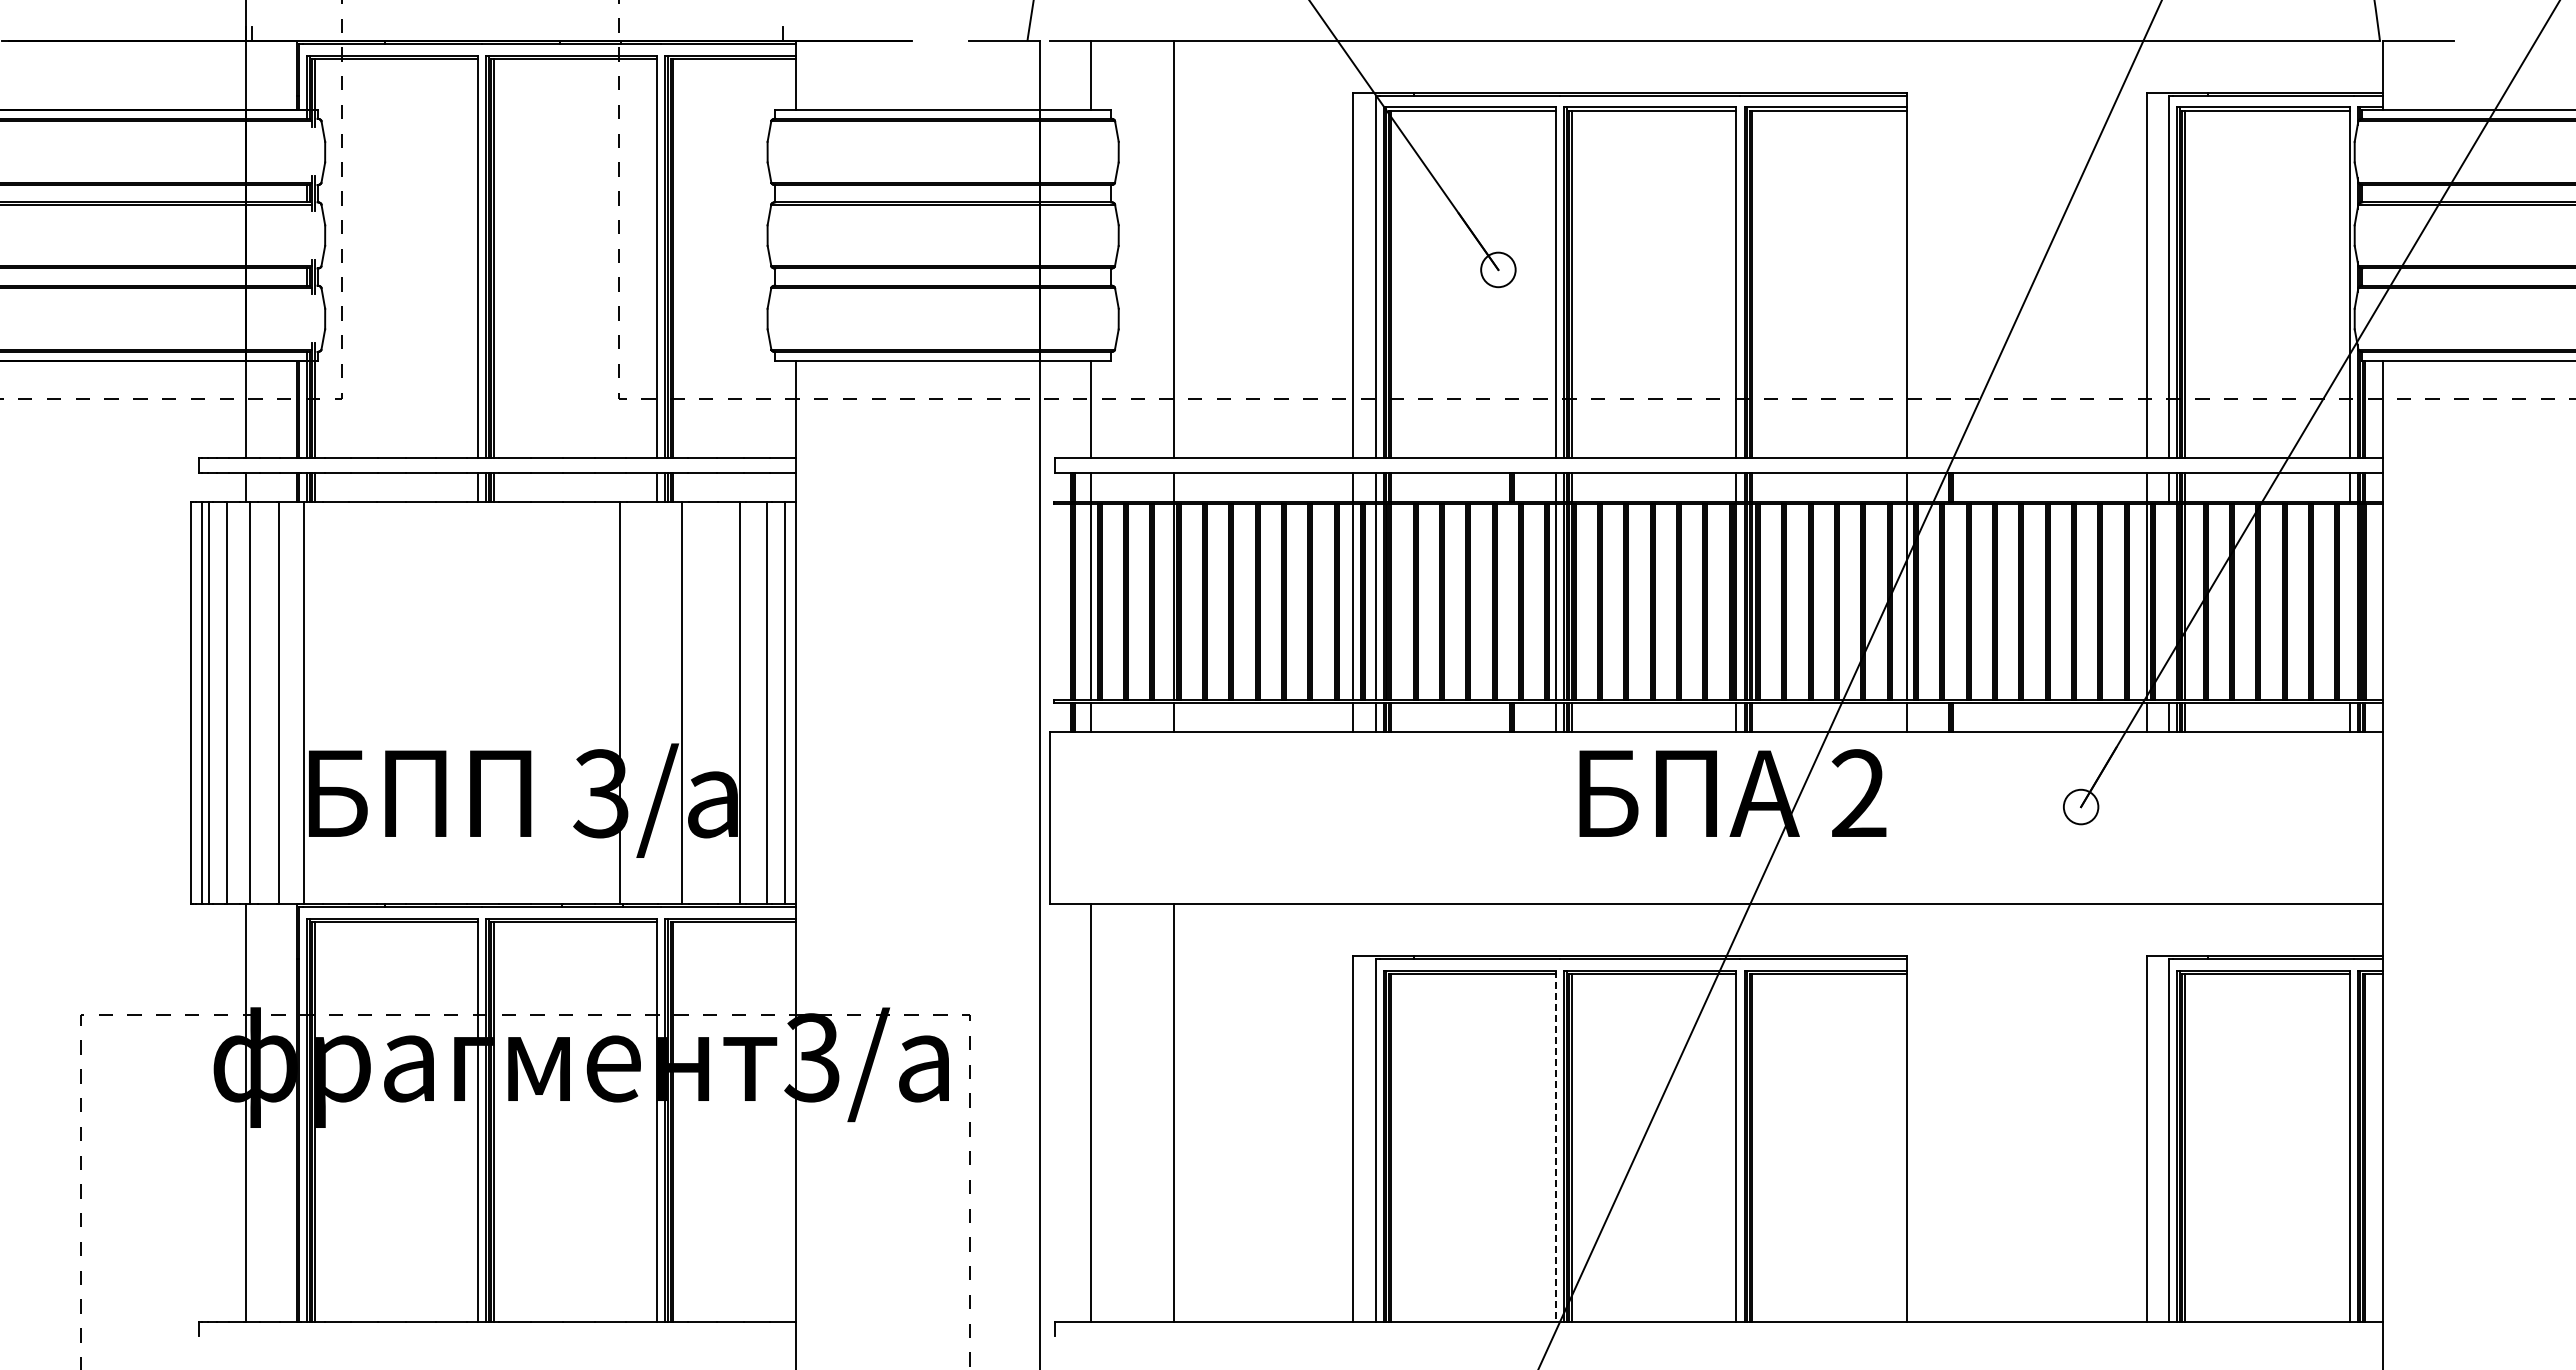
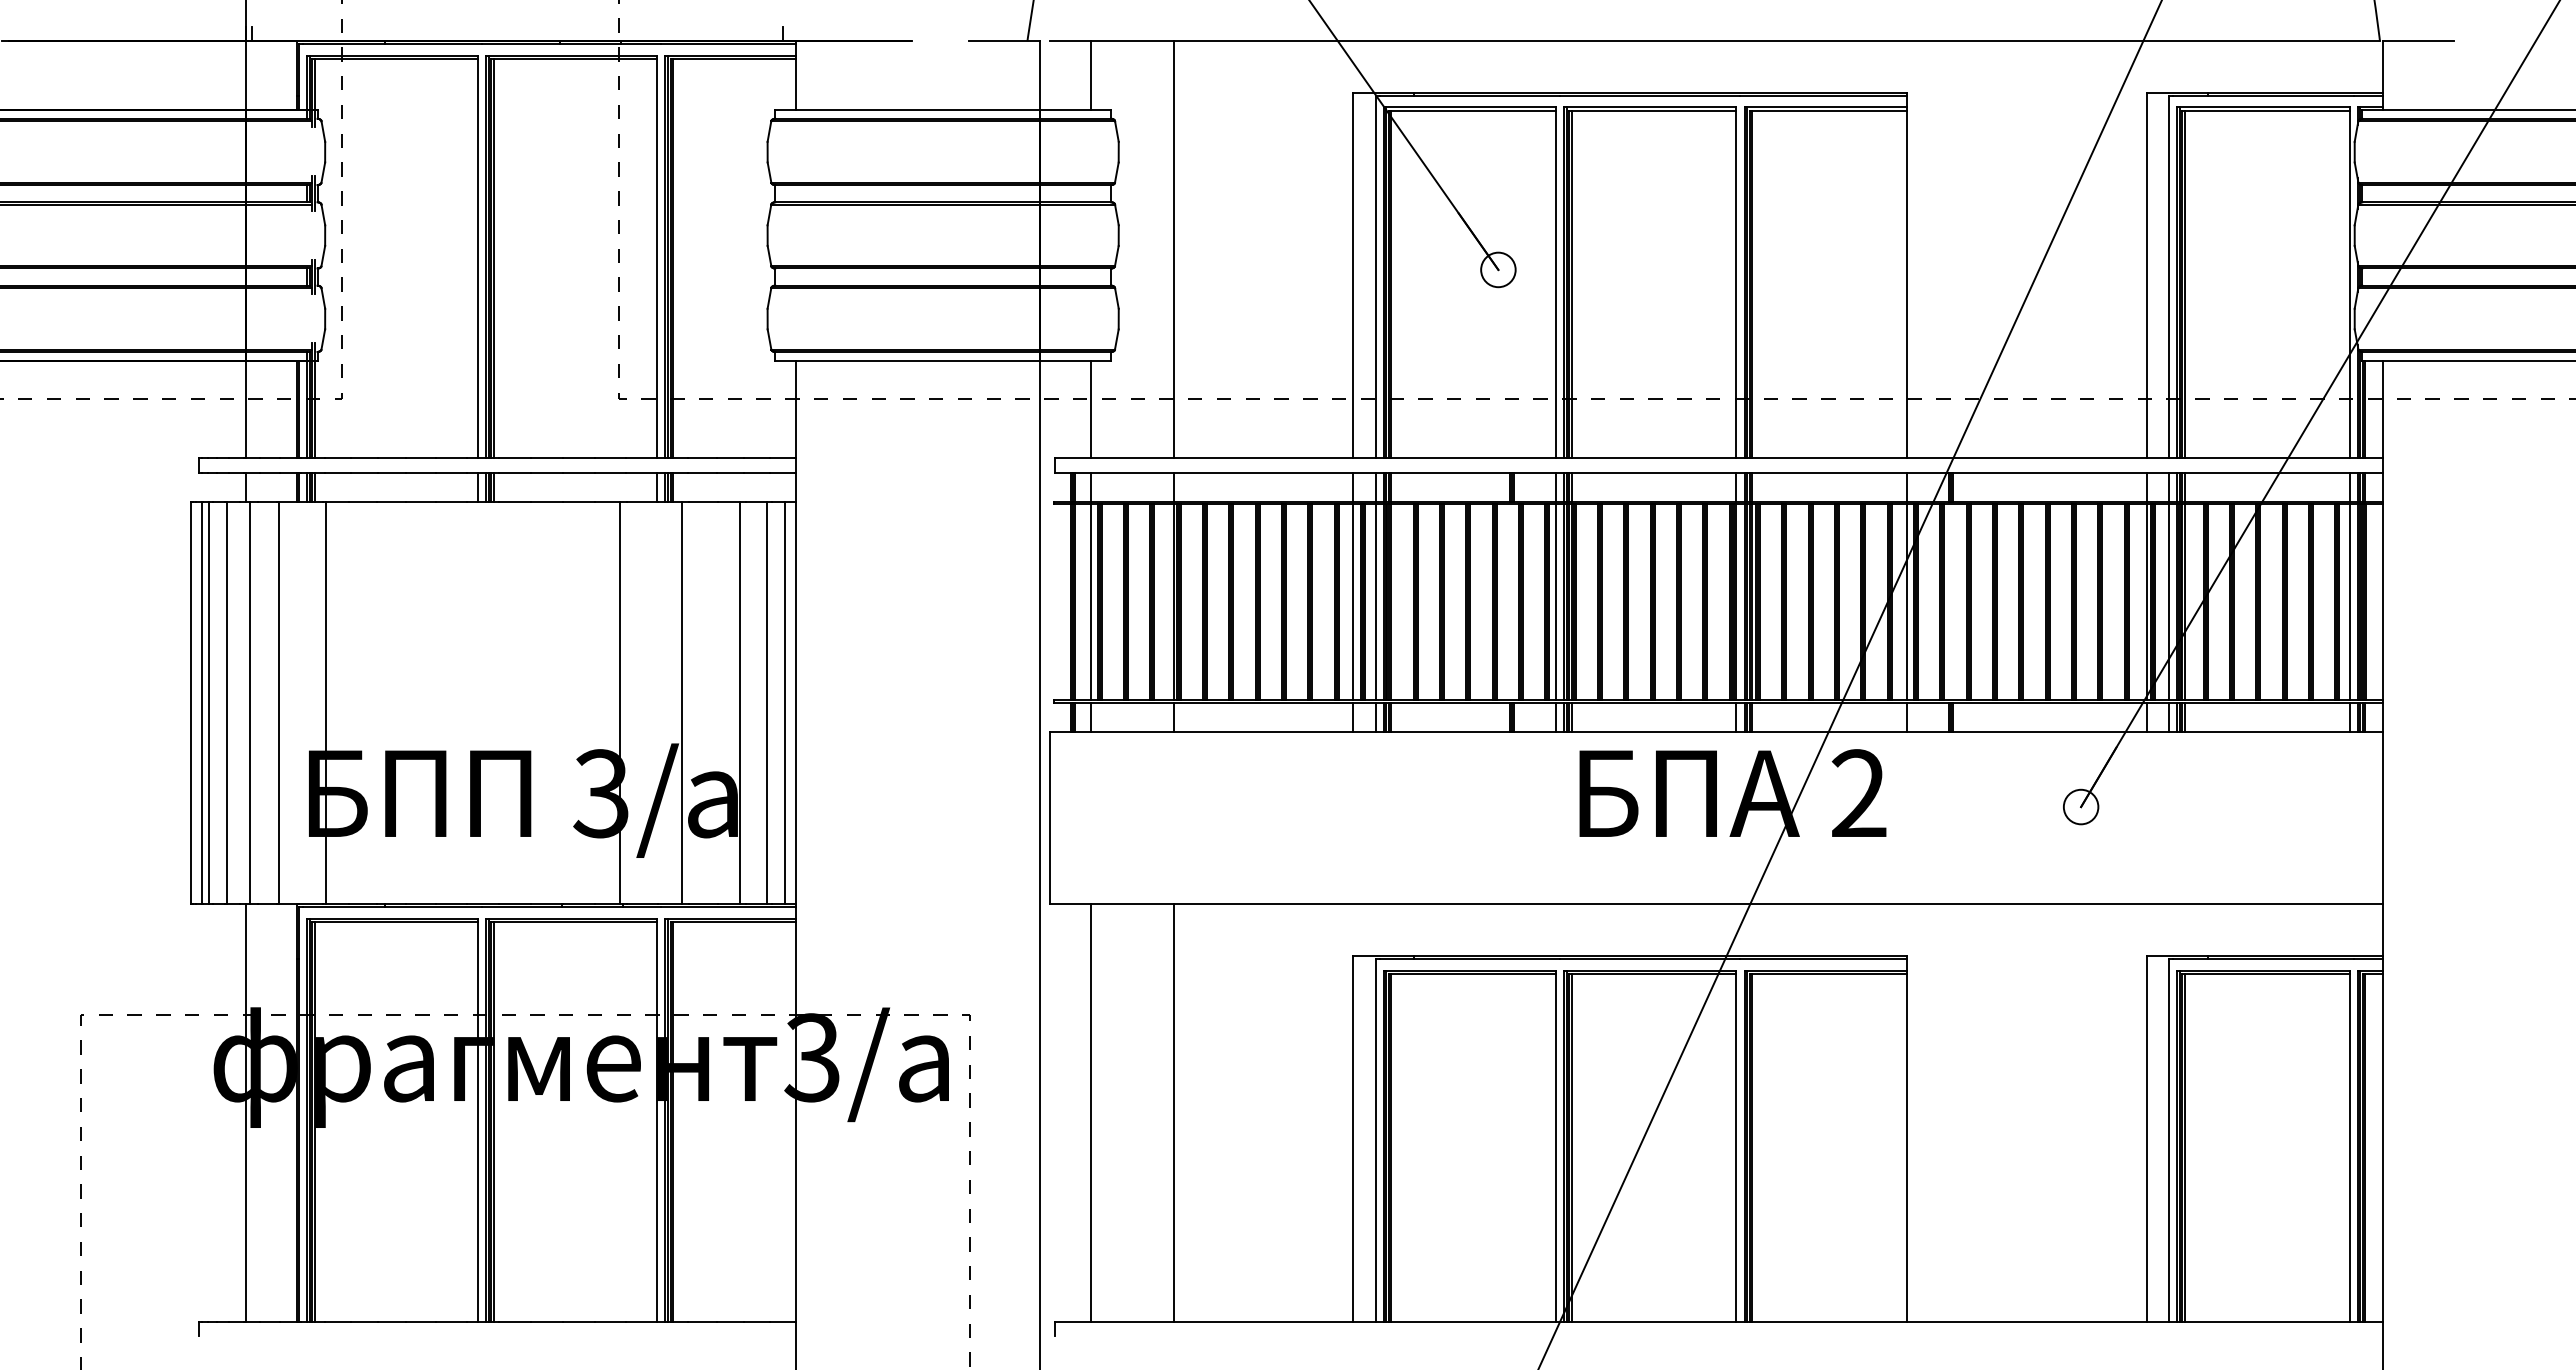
line at (2169, 602): none -> present
line at (2349, 602): none -> present
line at (304, 702) position: (304, 702) -> (326, 702)
line at (1555, 1146): dashed -> solid
